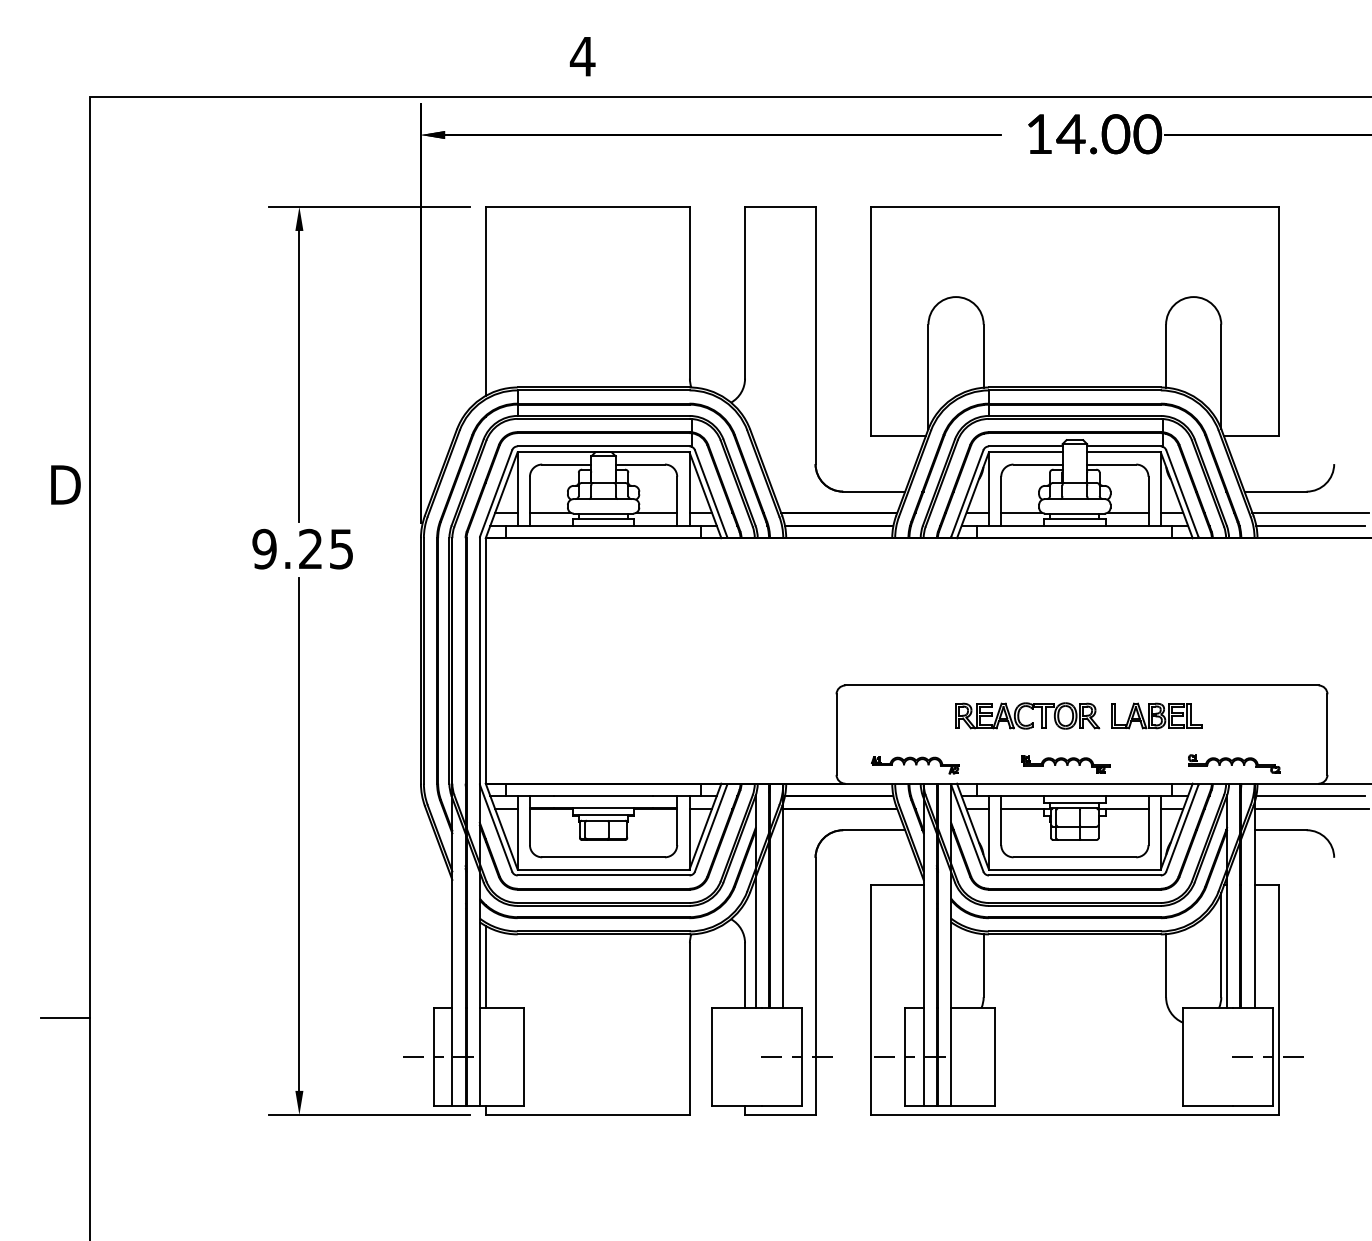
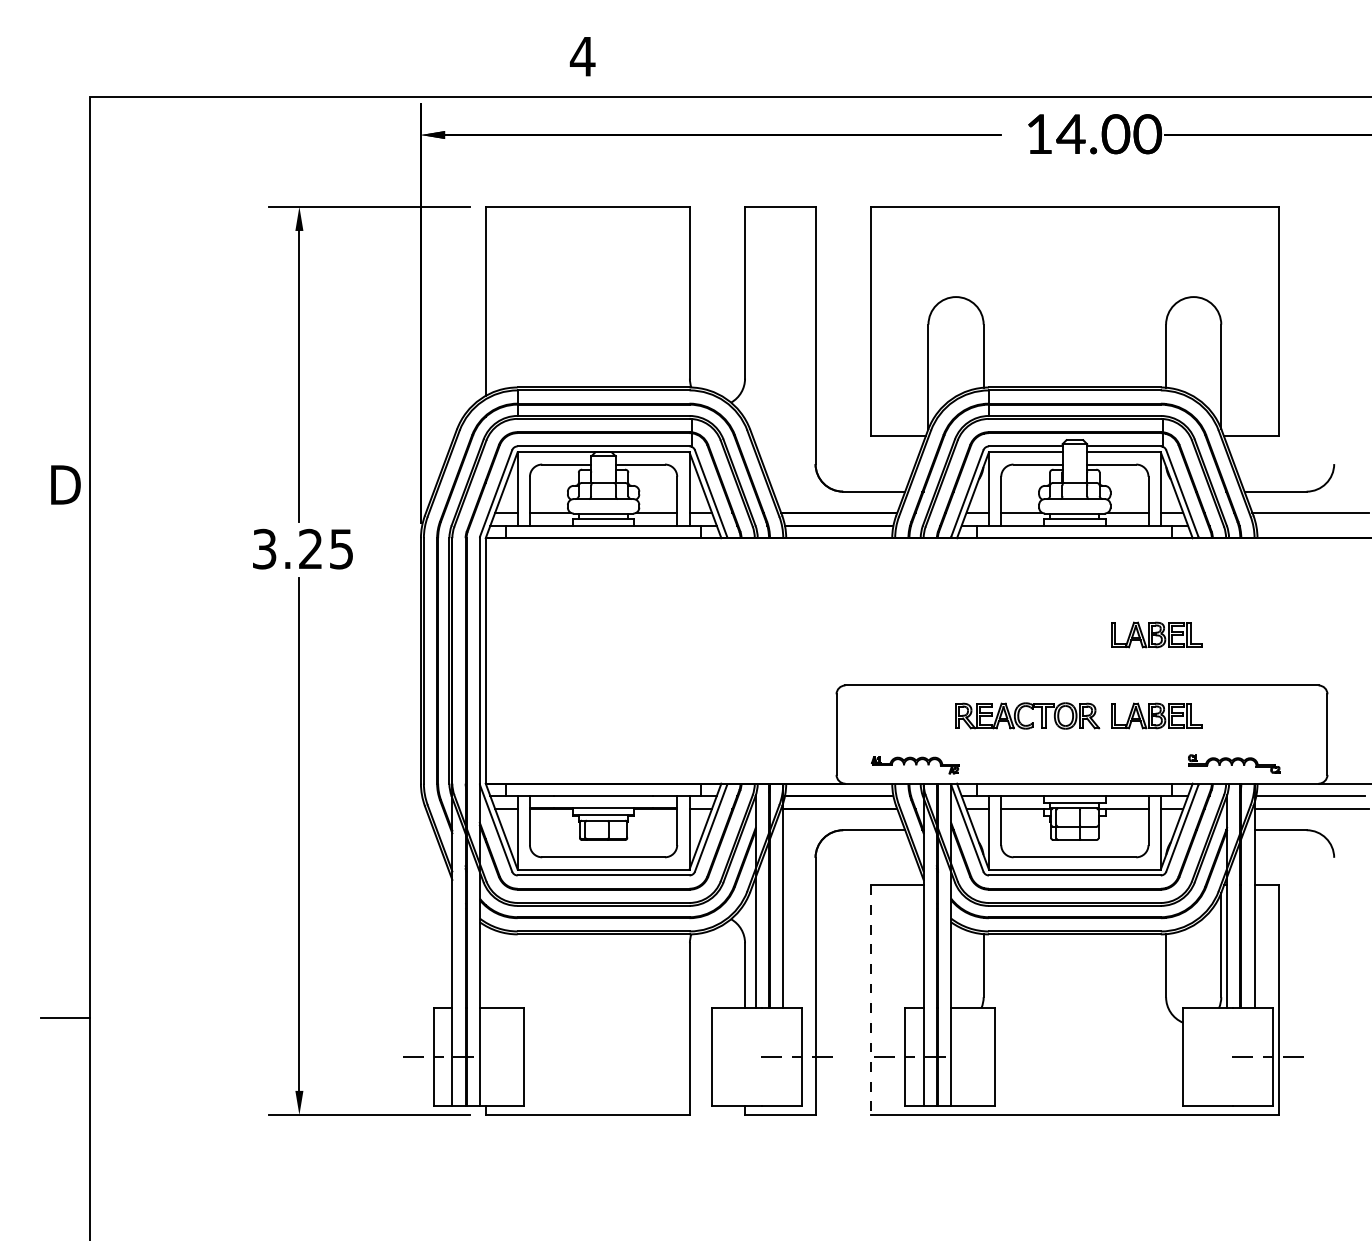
line at (1310, 525): present -> none
text at (264, 549): 9.25 -> 3.25
part at (1156, 634): none -> present
part at (1065, 764): present -> none
line at (485, 967): present -> none
line at (870, 1000): solid -> dashed
